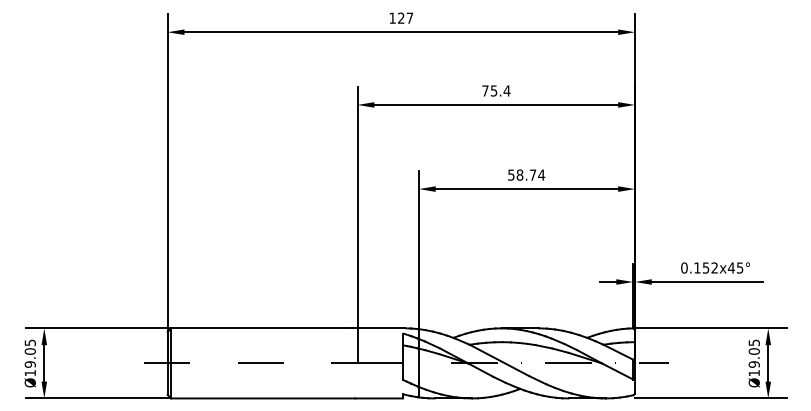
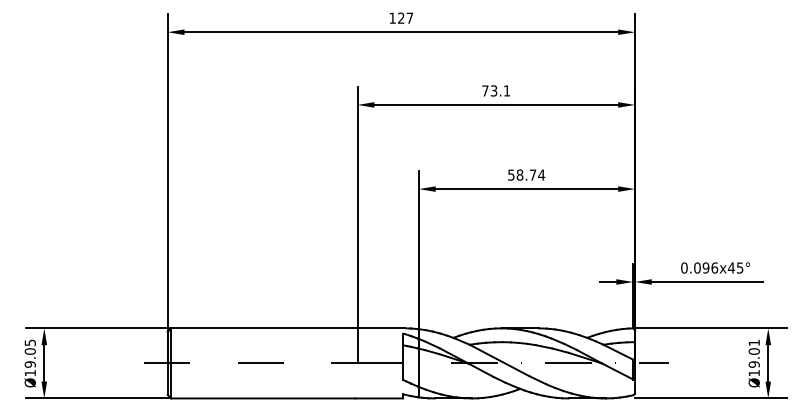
text at (500, 90): 75.4 -> 73.1
text at (706, 267): 0.152x45° -> 0.096x45°
text at (753, 342): Ø19.05 -> Ø19.01
